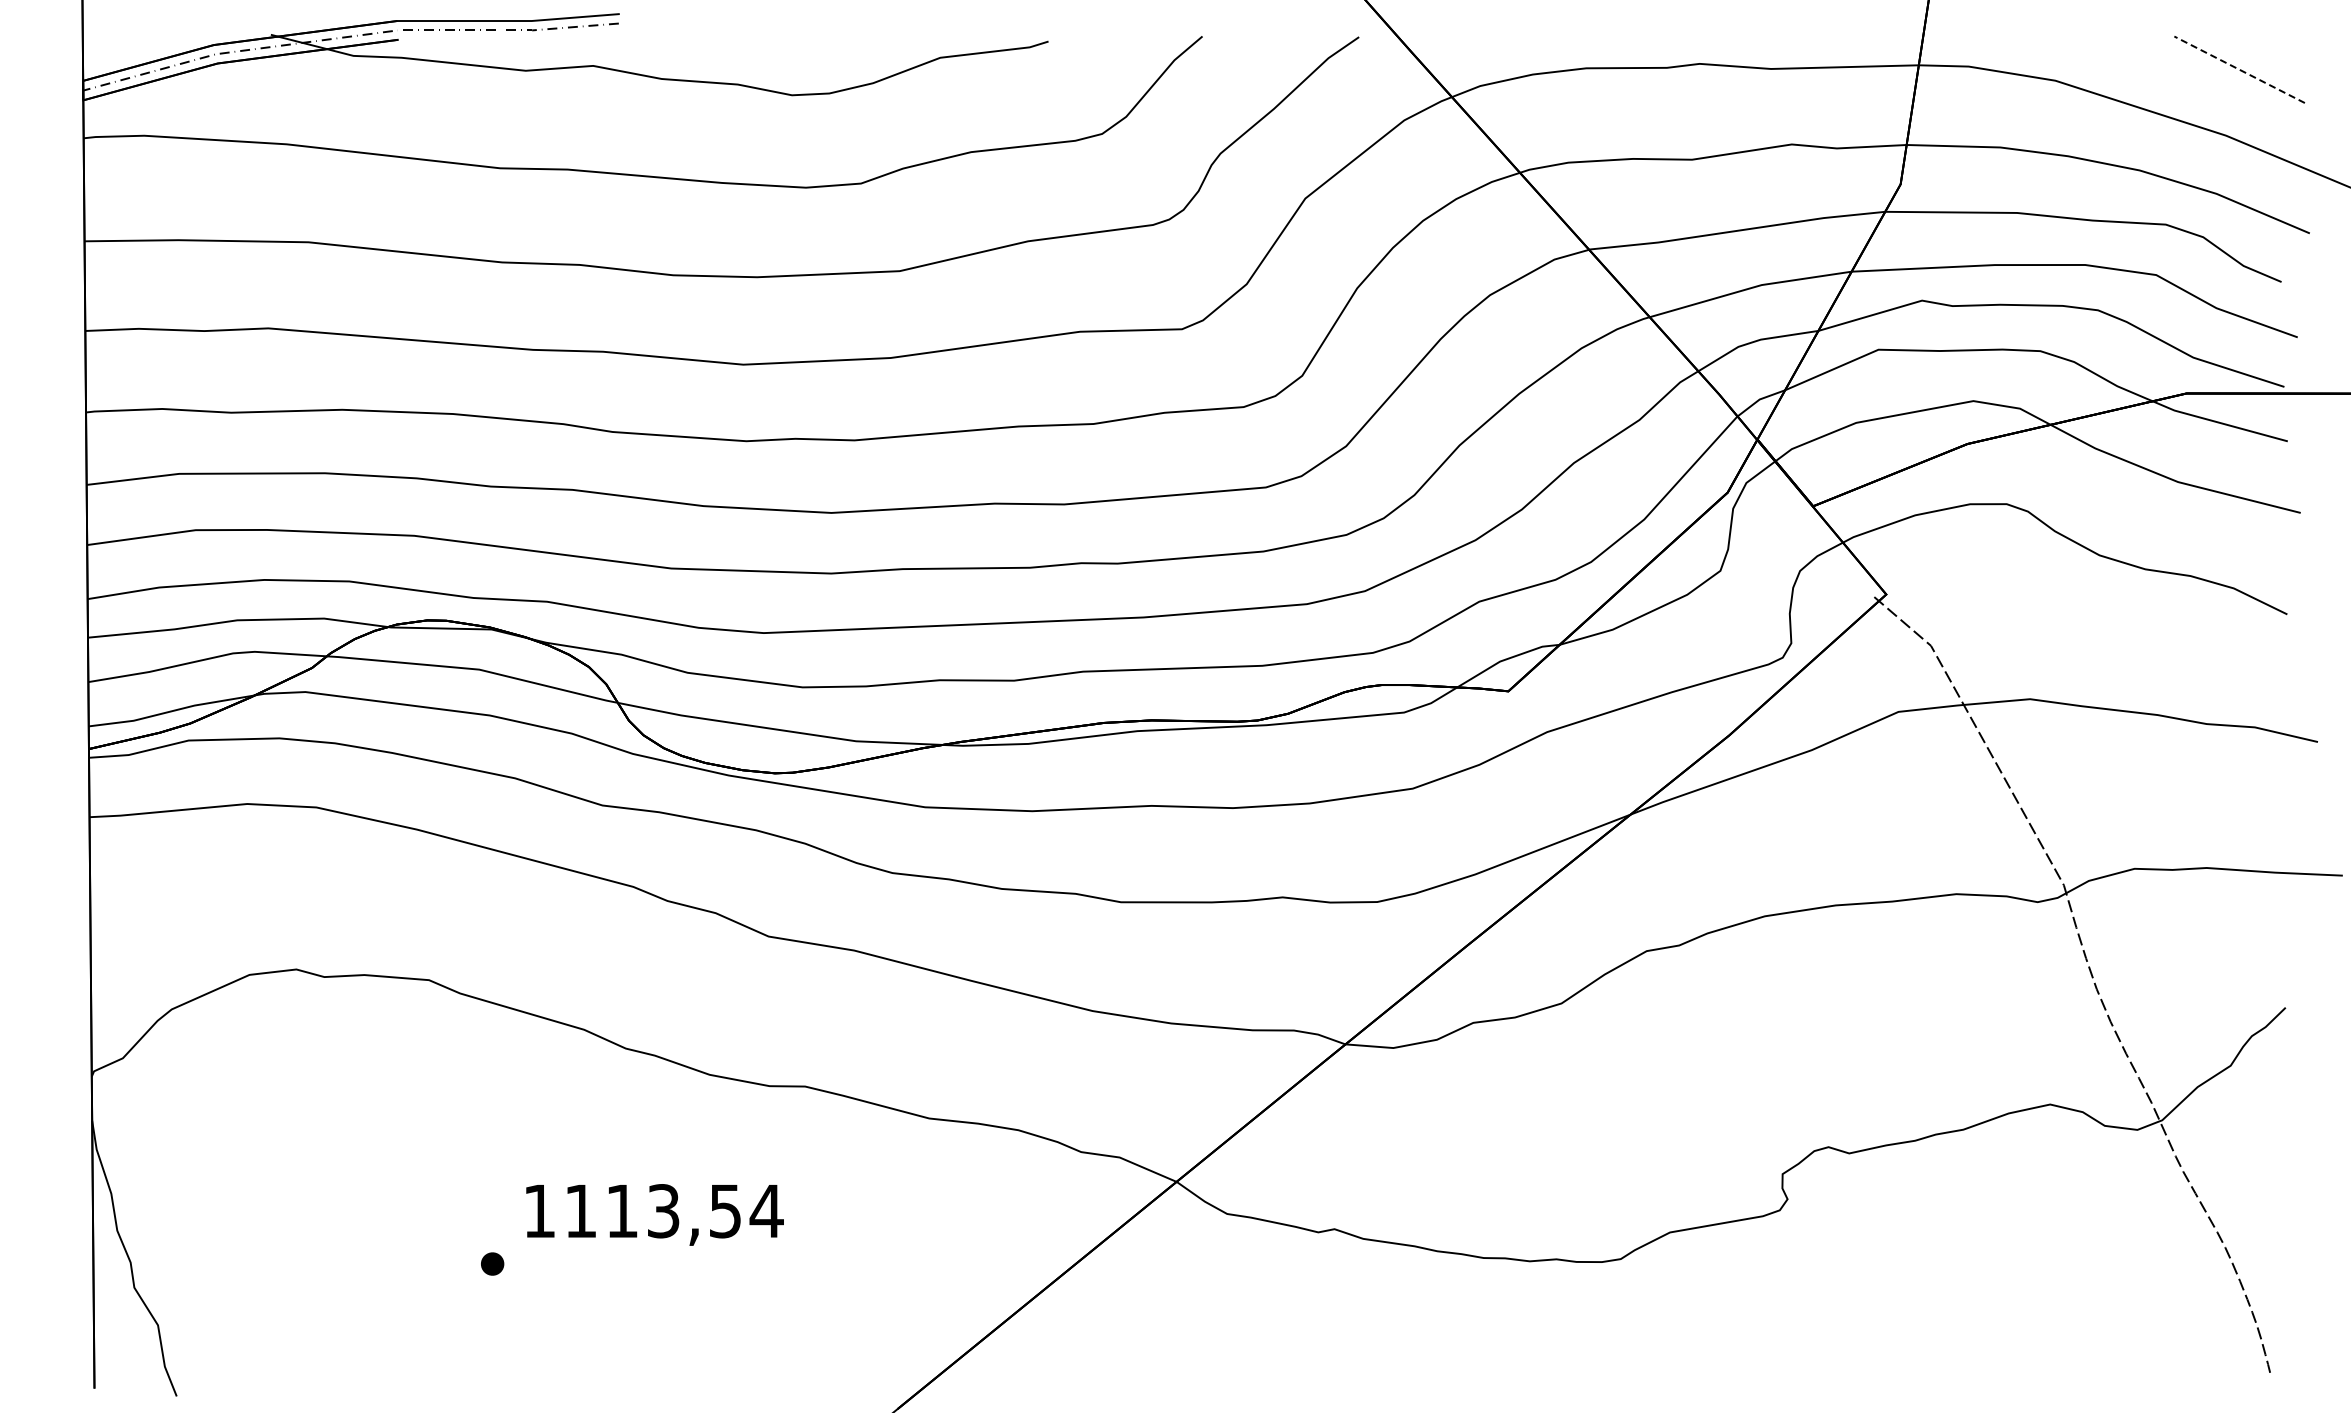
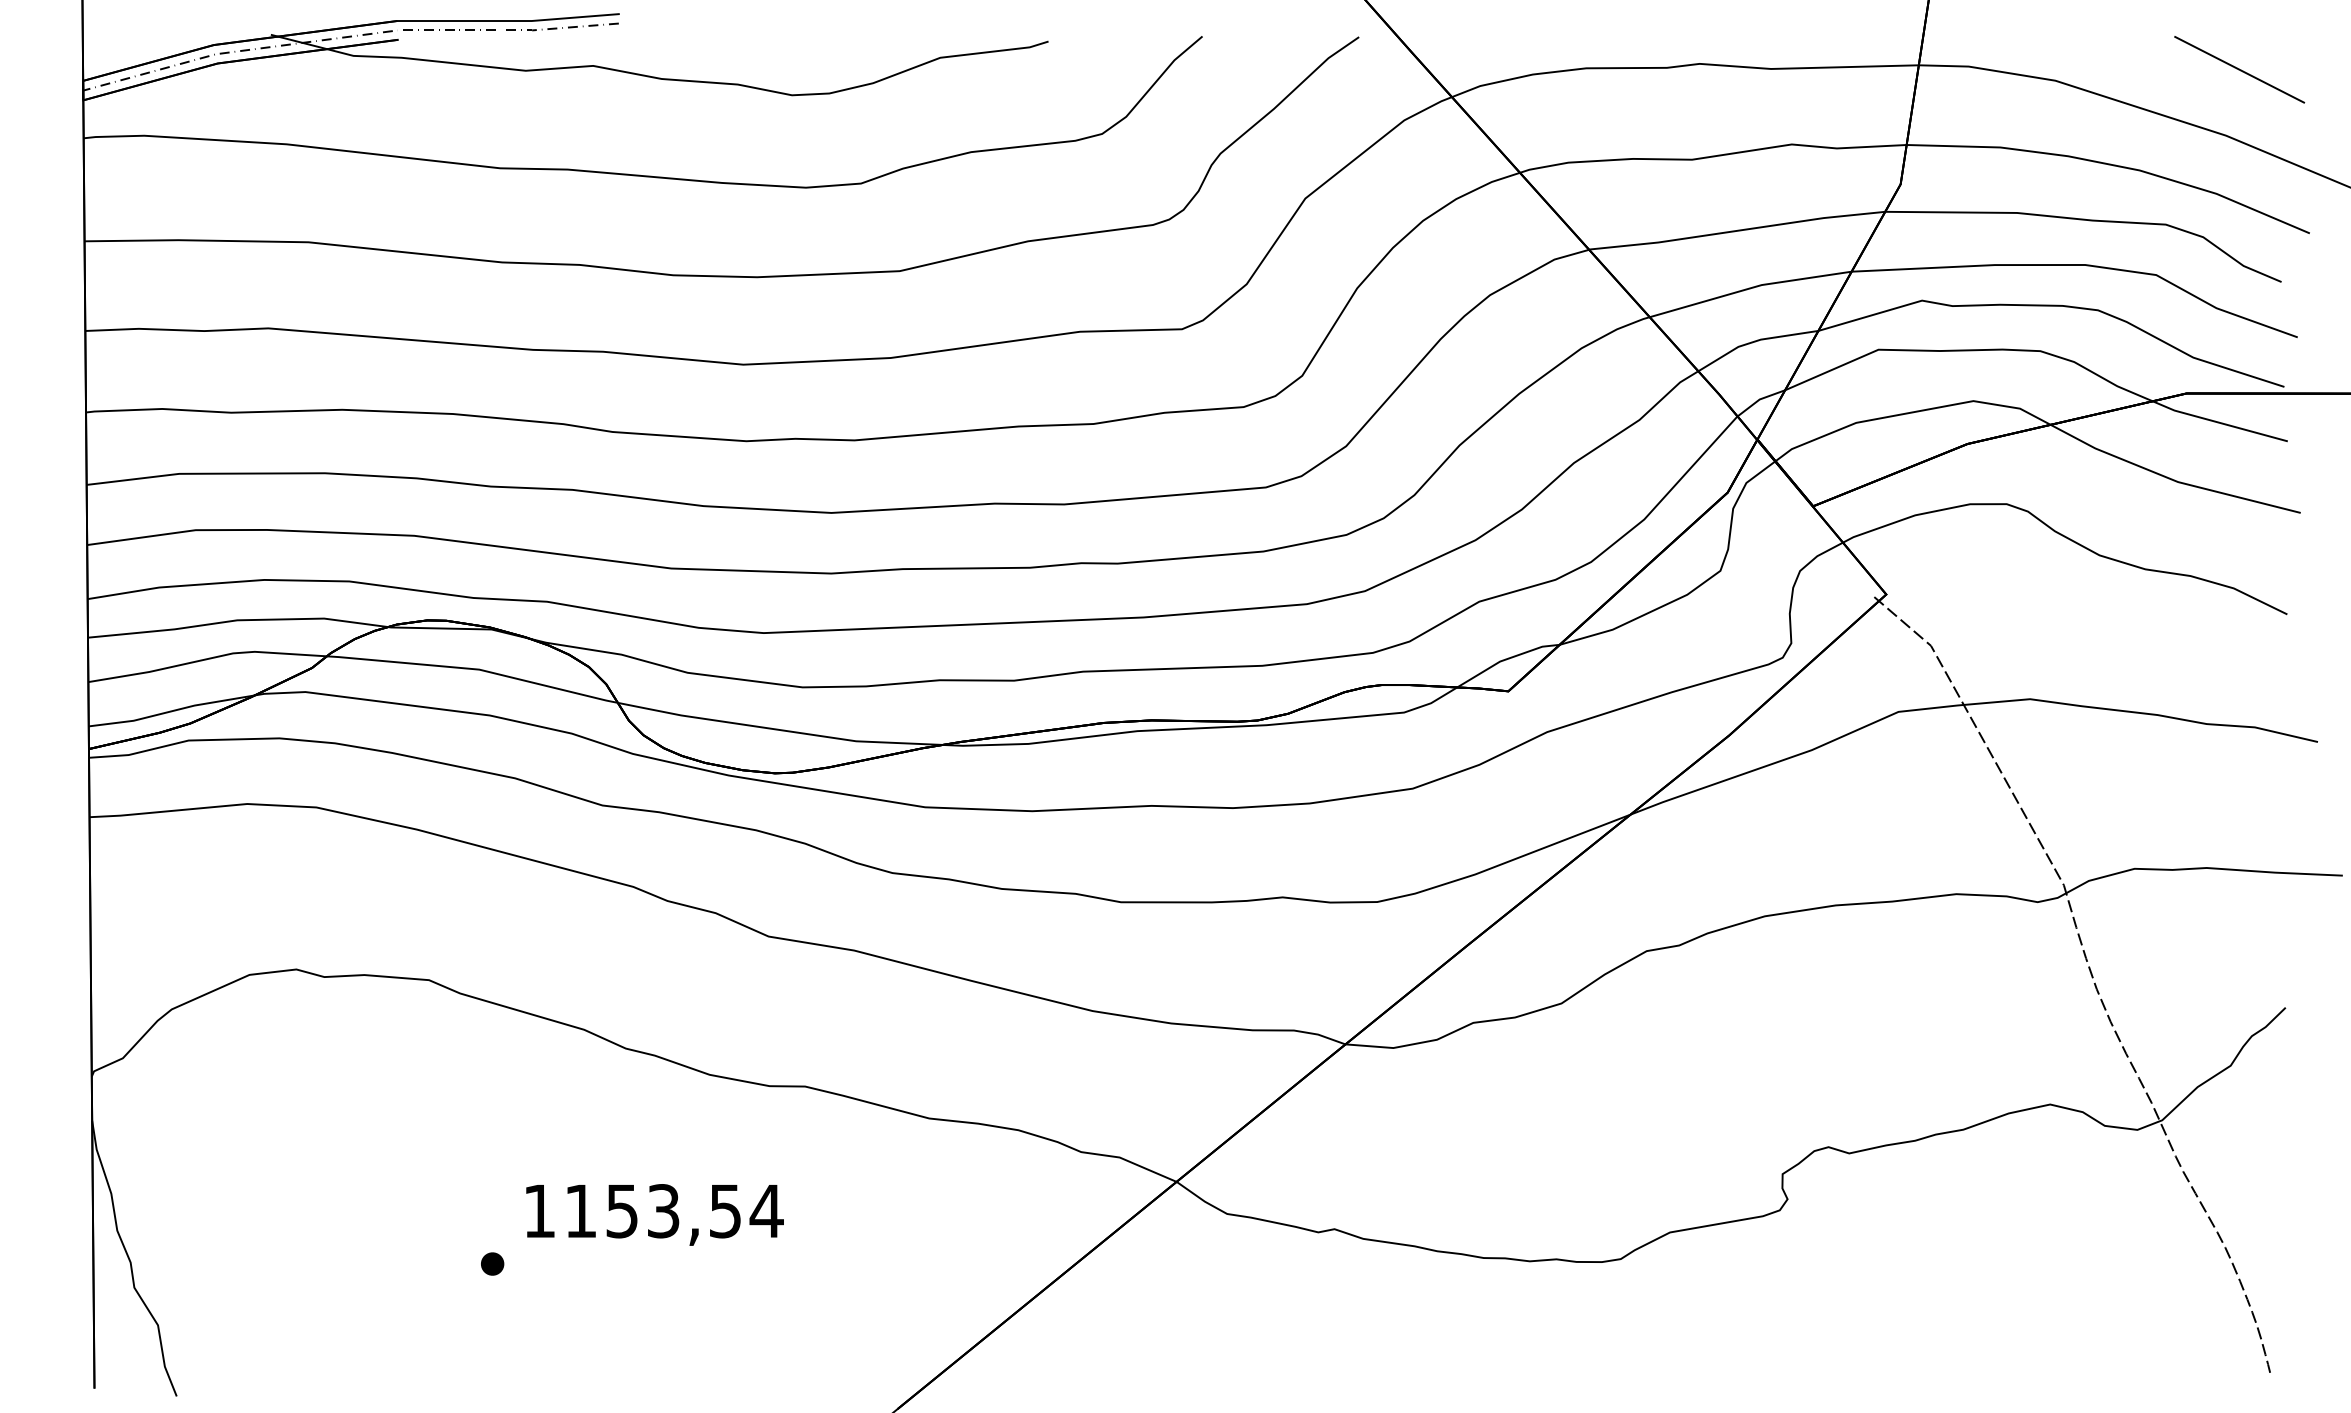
line at (2239, 69): dashed -> solid
text at (621, 1211): 1113,54 -> 1153,54
